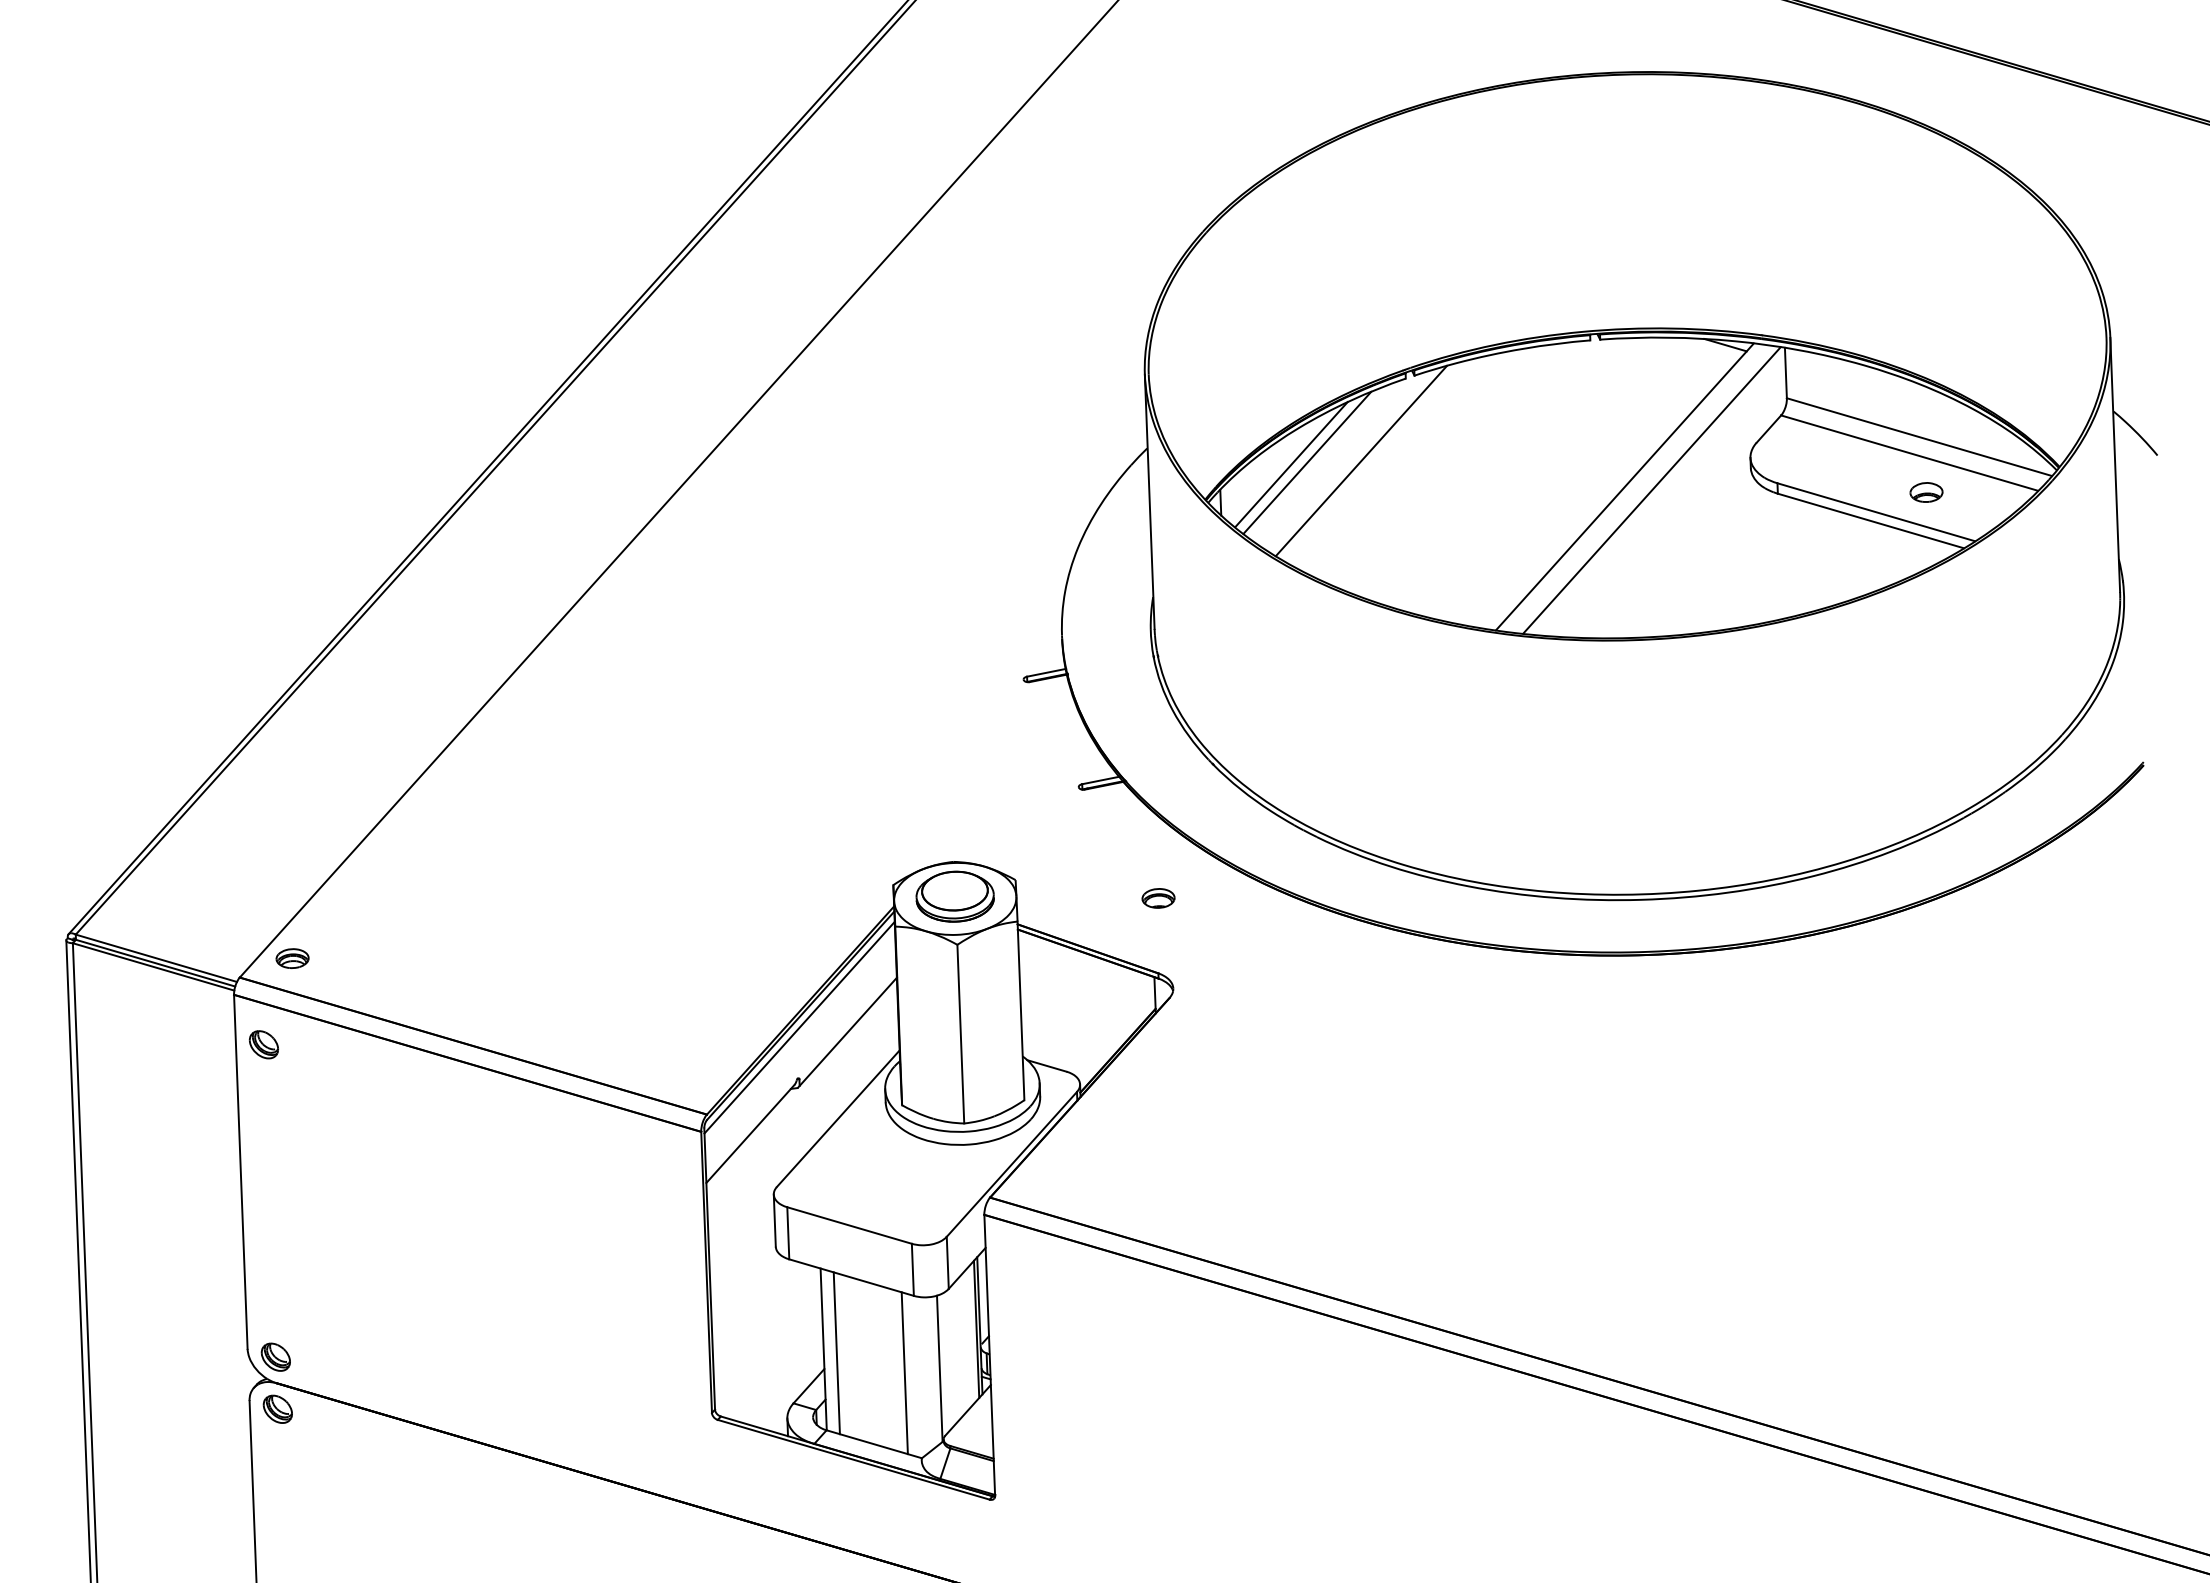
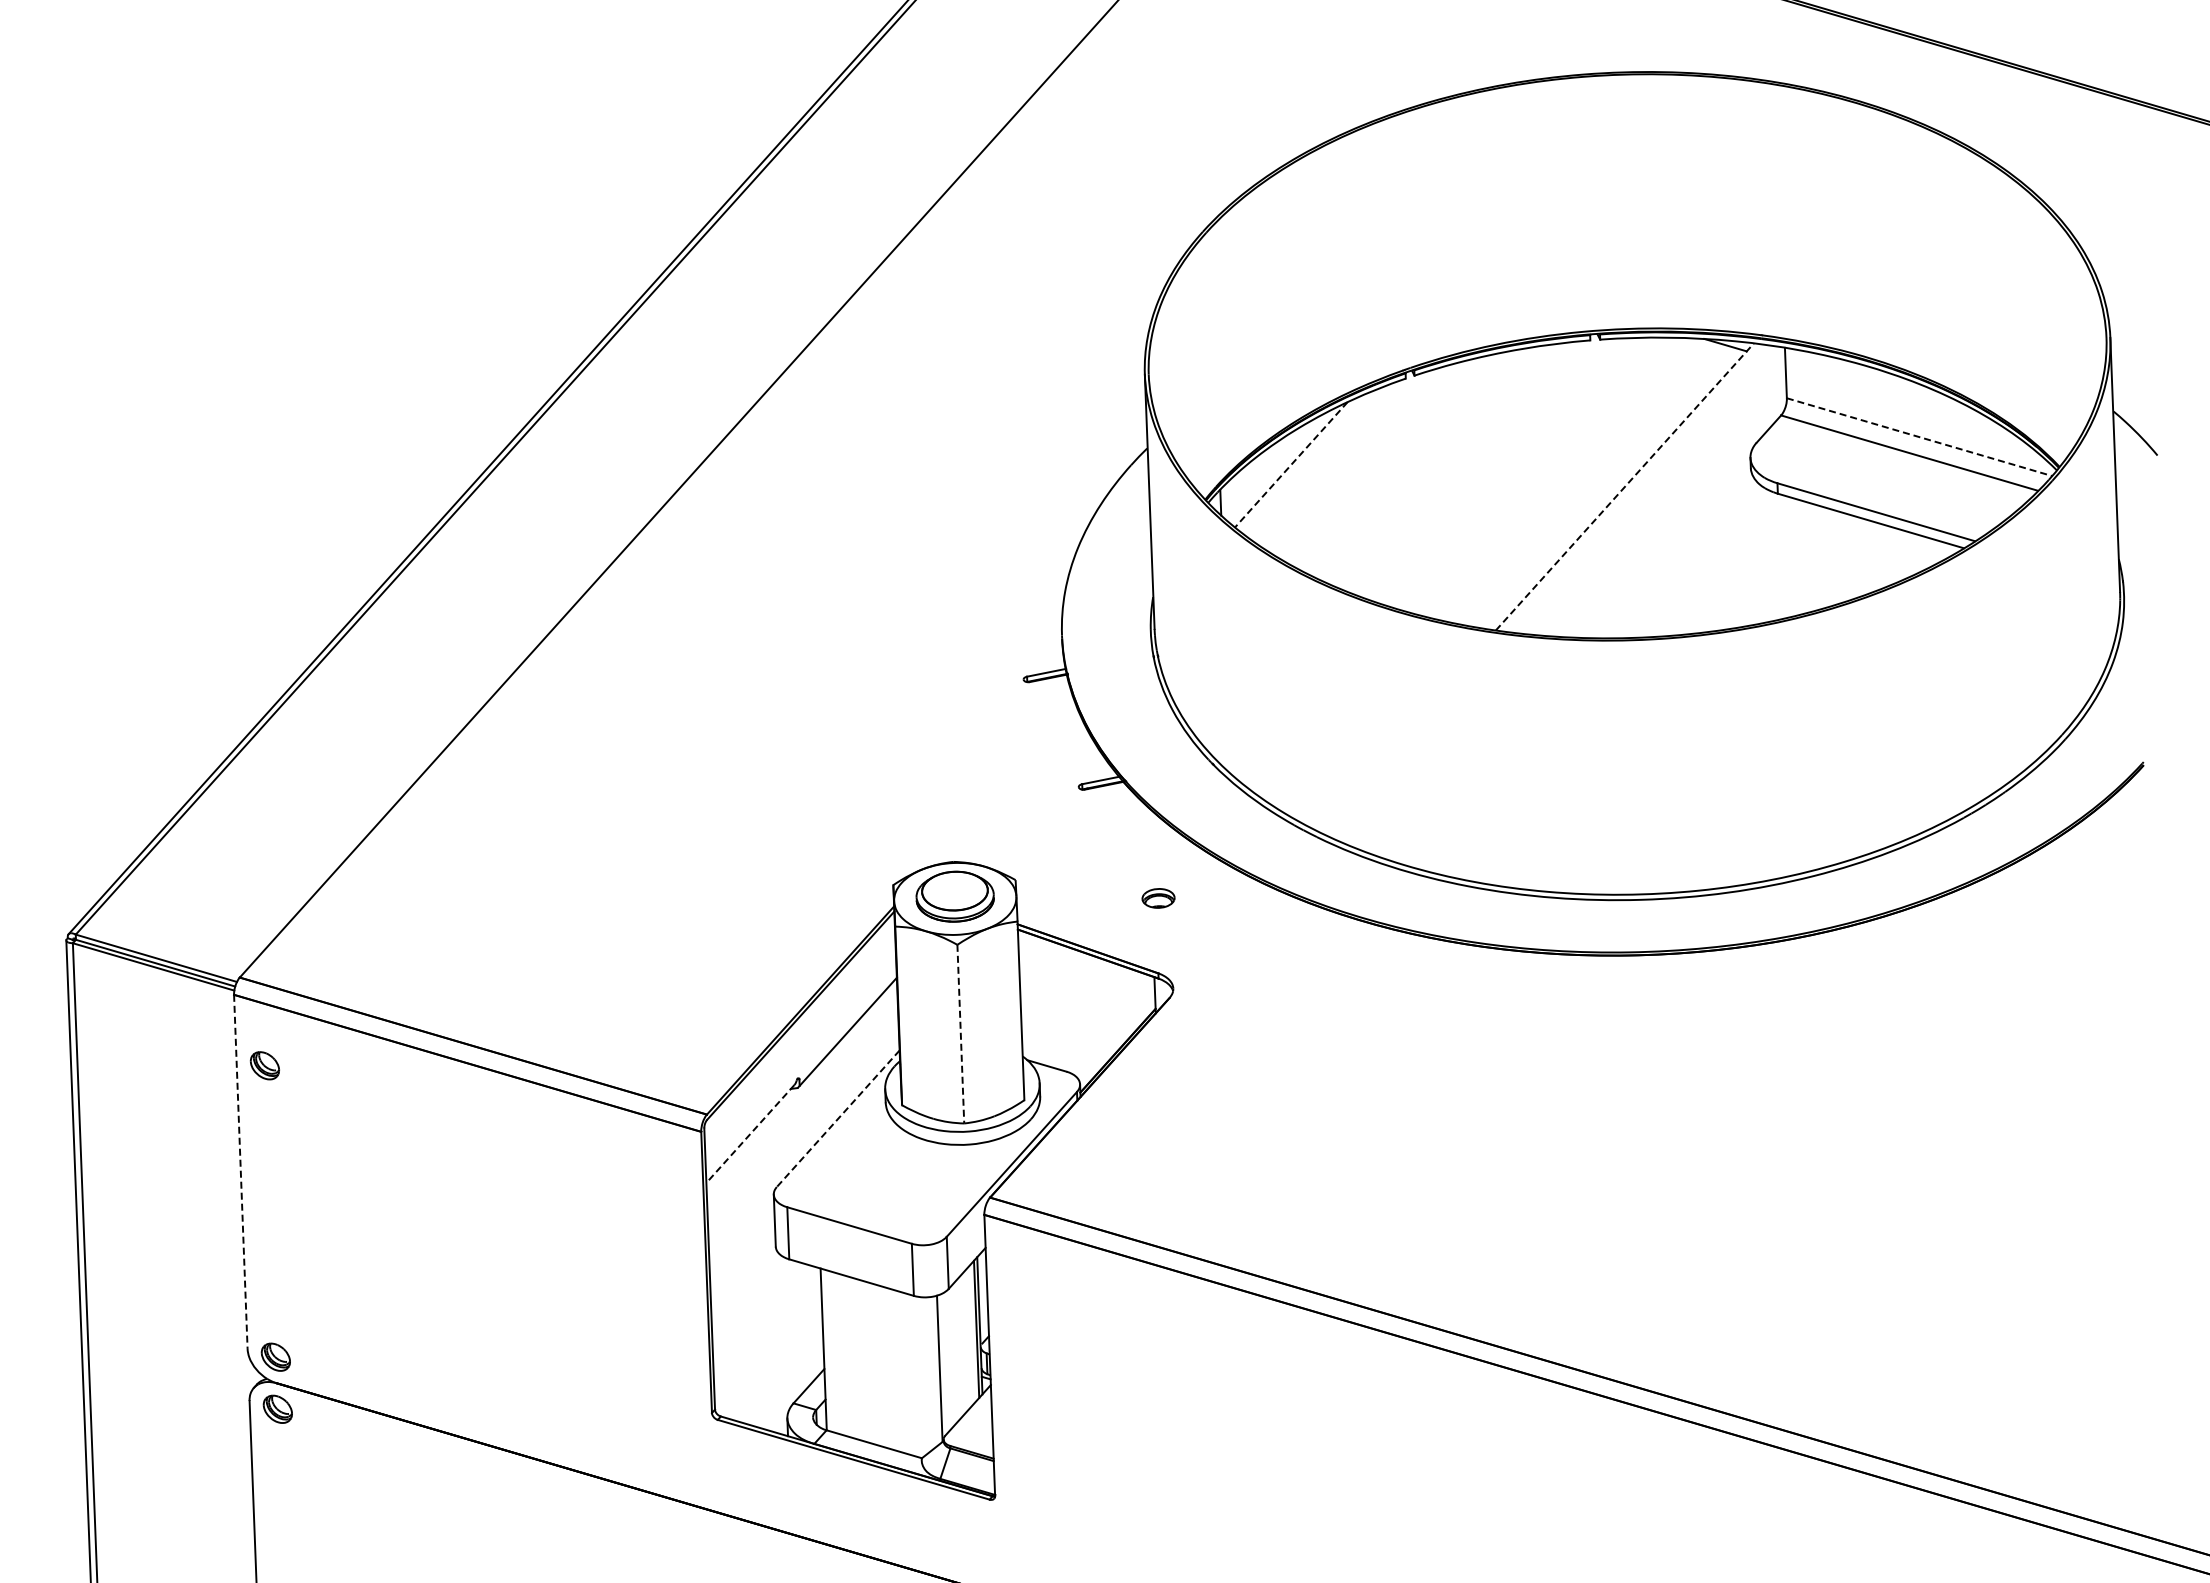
line at (1919, 437): solid -> dashed
line at (1361, 460): present -> none
line at (1307, 462): present -> none
line at (1291, 464): solid -> dashed
line at (1624, 486): solid -> dashed
line at (1651, 490): present -> none
part at (1926, 492): present -> none
part at (292, 958): present -> none
line at (799, 1027): present -> none
line at (960, 1034): solid -> dashed
part at (263, 1044) position: (263, 1044) -> (264, 1065)
line at (838, 1118): solid -> dashed
line at (750, 1133): solid -> dashed
line at (240, 1172): solid -> dashed
line at (836, 1353): present -> none
line at (904, 1373): present -> none
